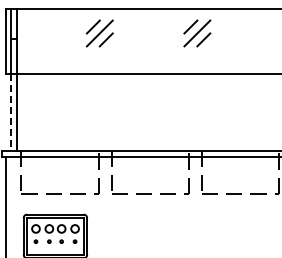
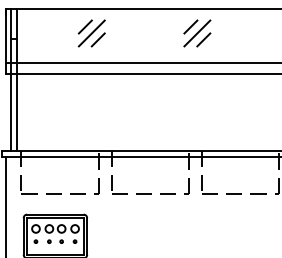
part at (99, 33) position: (99, 33) -> (91, 33)
line at (141, 63): none -> present
line at (10, 112): dashed -> solid
